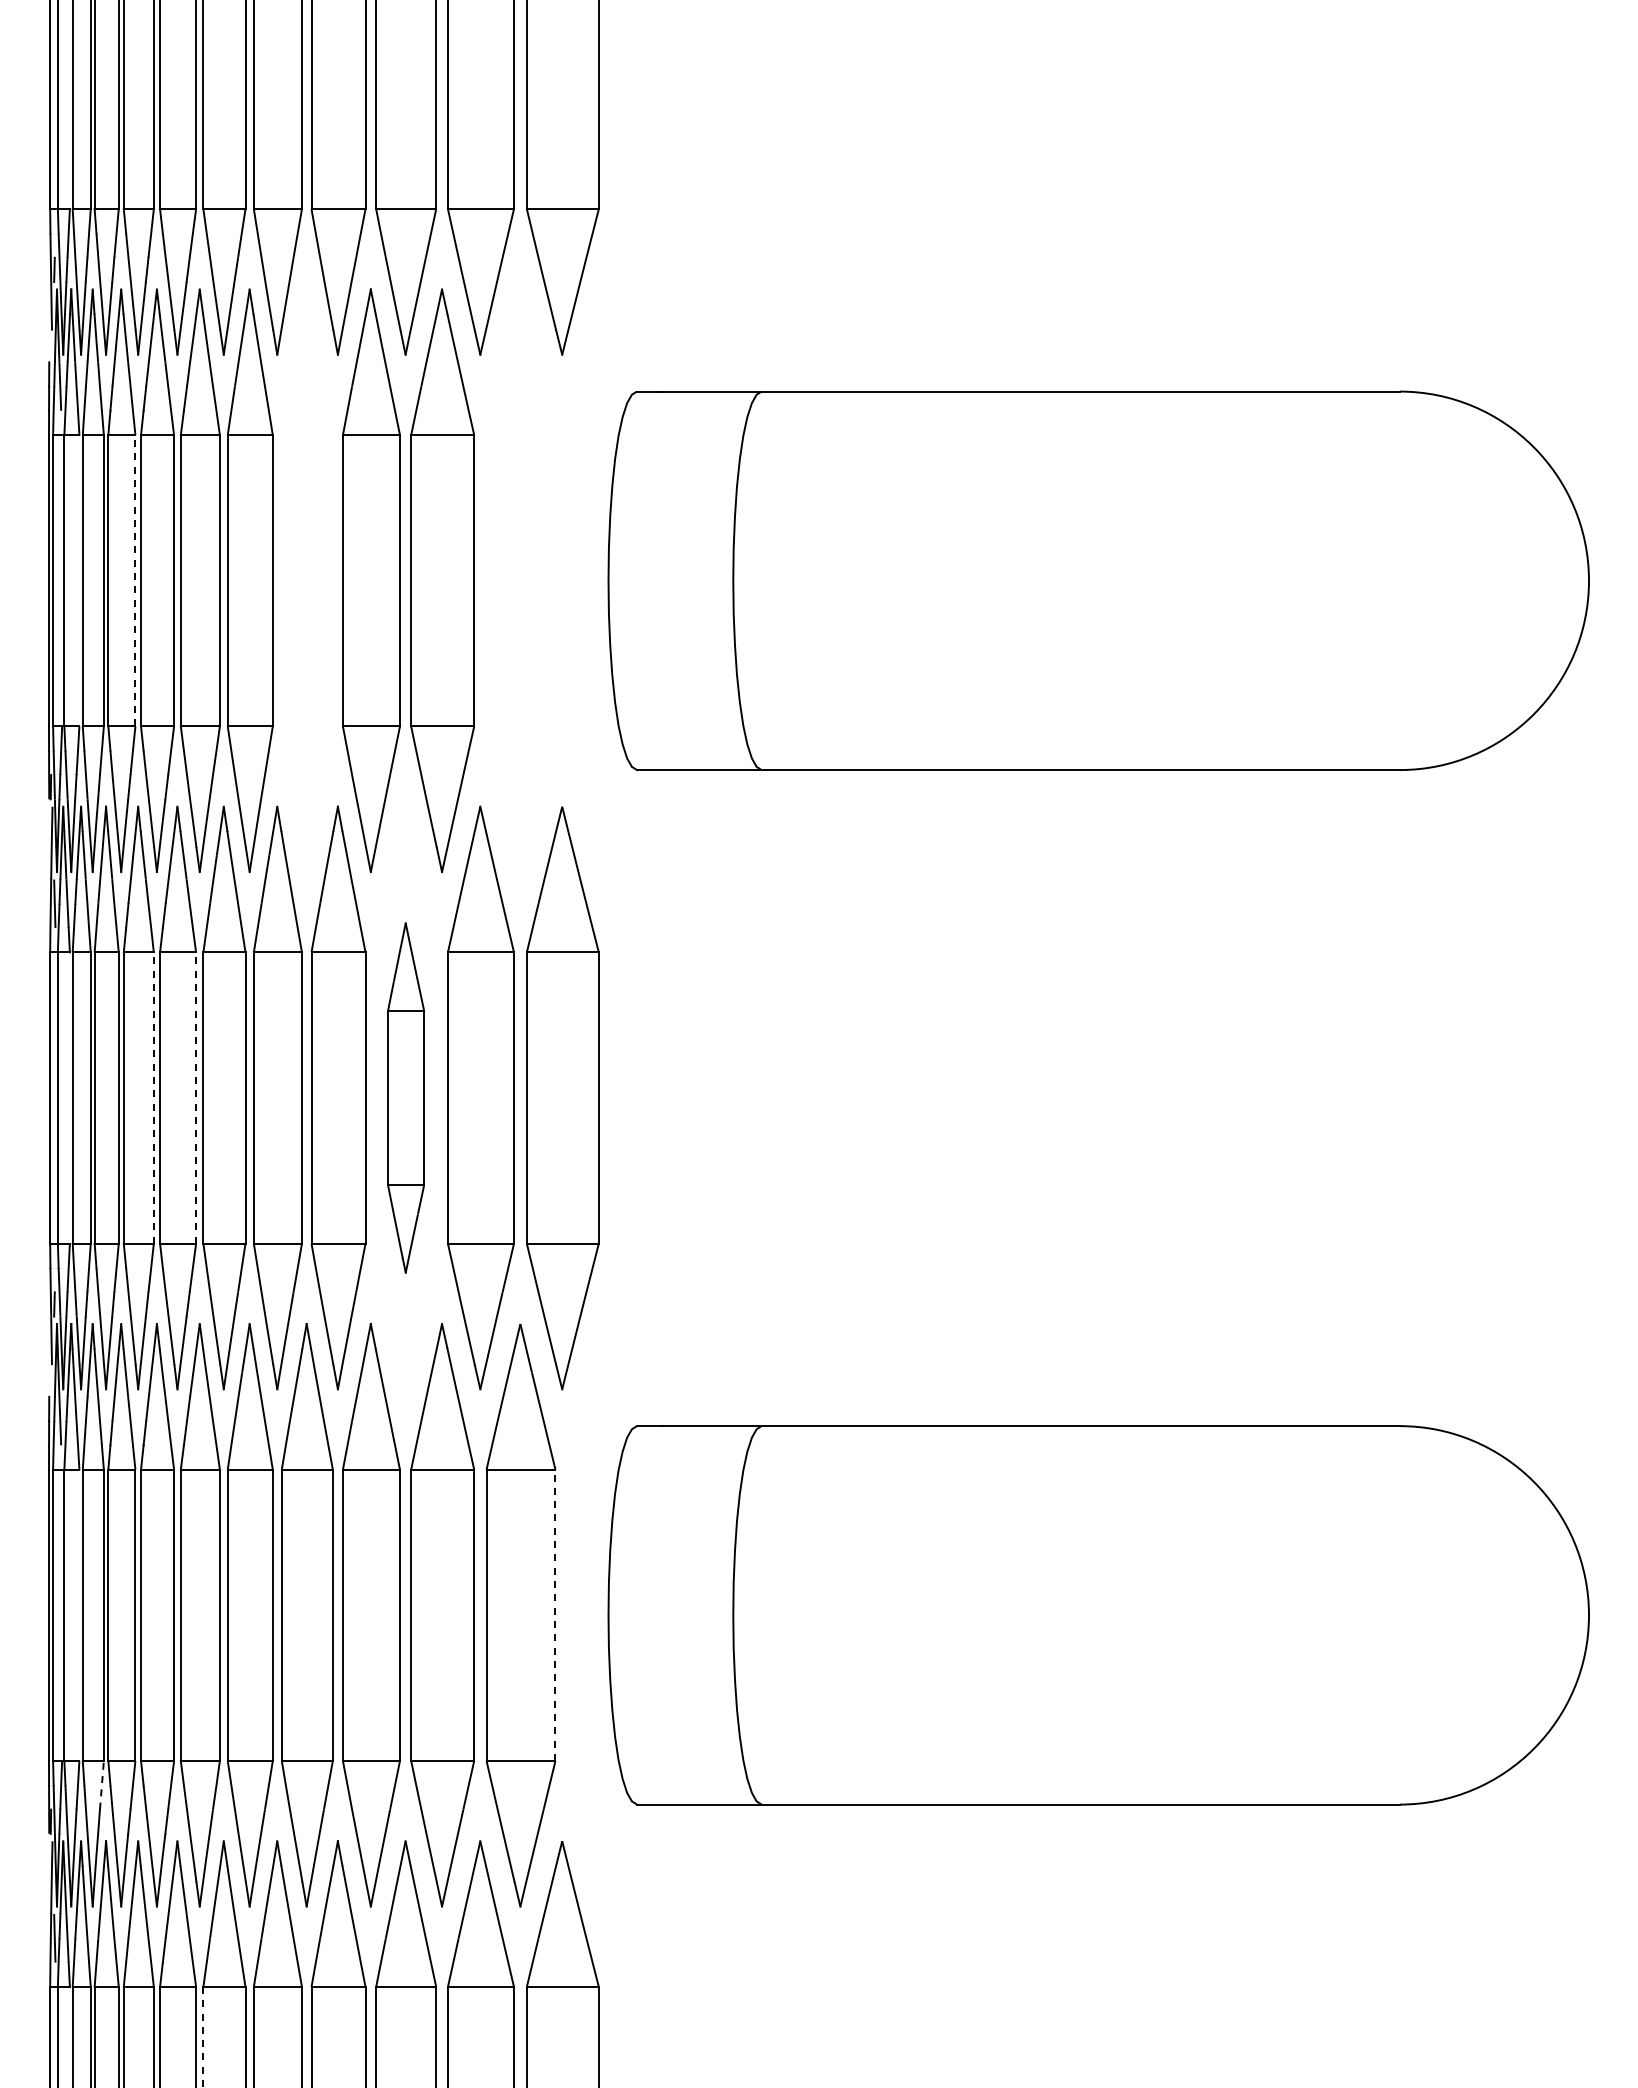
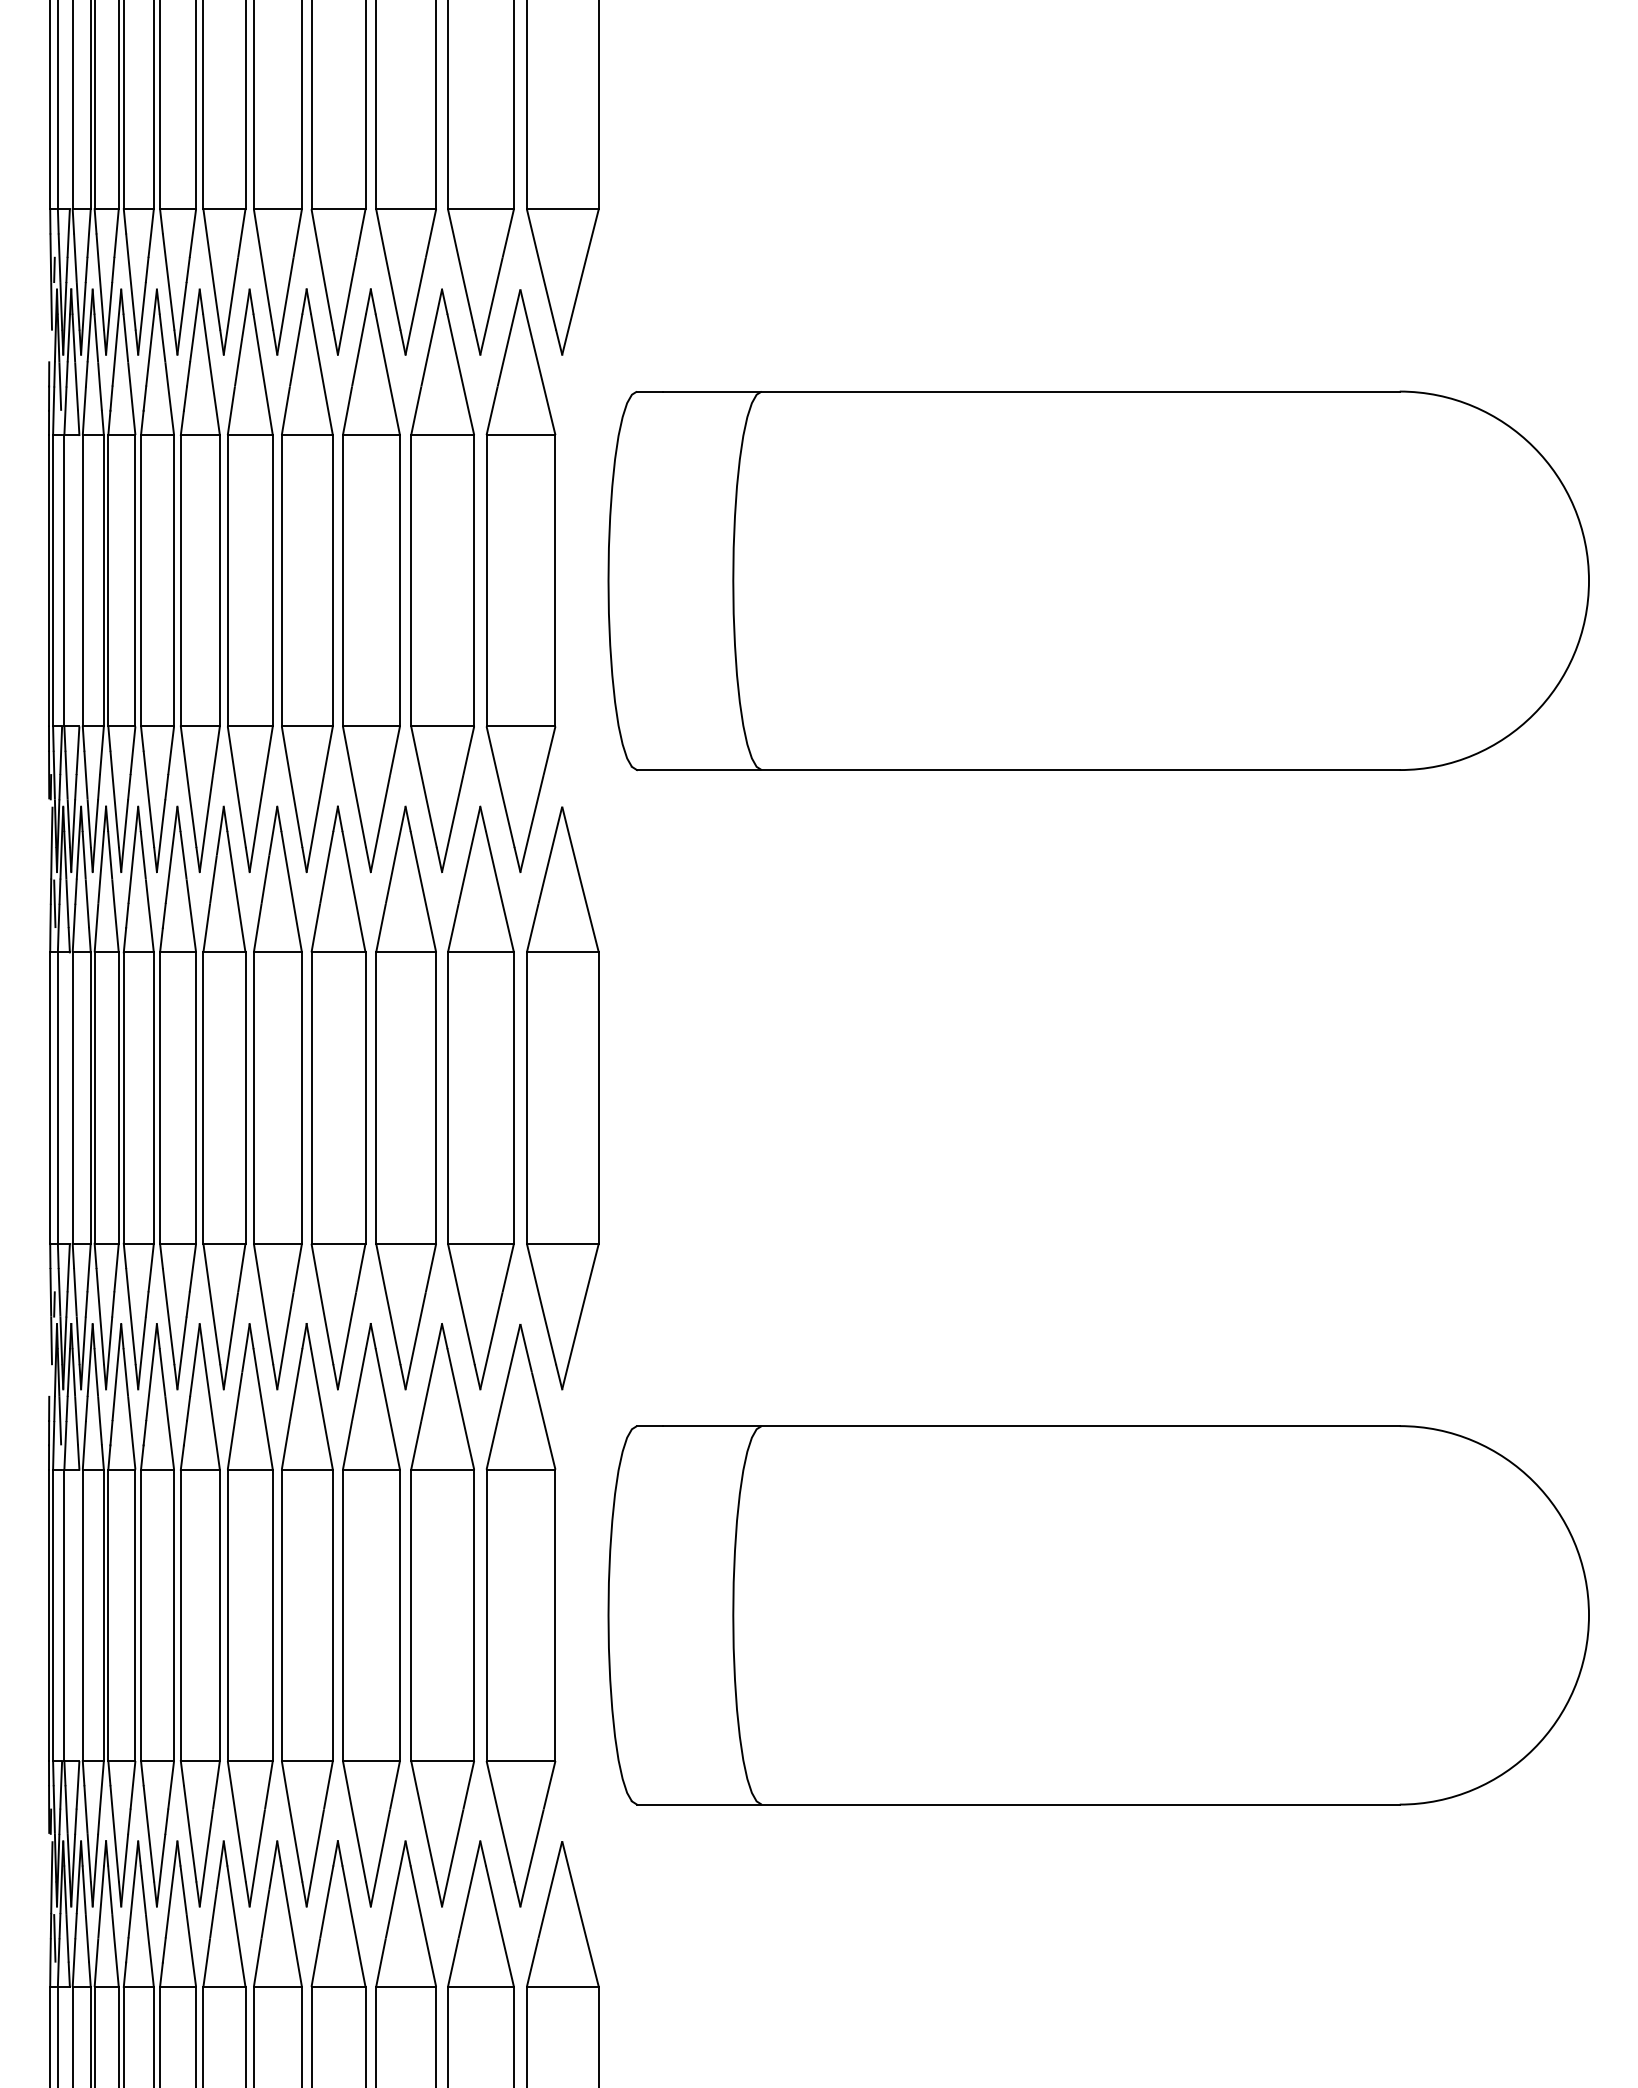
line at (135, 580): dashed -> solid
part at (307, 580): none -> present
part at (520, 580): none -> present
part at (405, 1097) size: 38x352 px -> 62x586 px
line at (153, 1098): dashed -> solid
line at (196, 1098): dashed -> solid
line at (555, 1615): dashed -> solid
line at (101, 1785): dashed -> solid
line at (203, 2037): dashed -> solid
